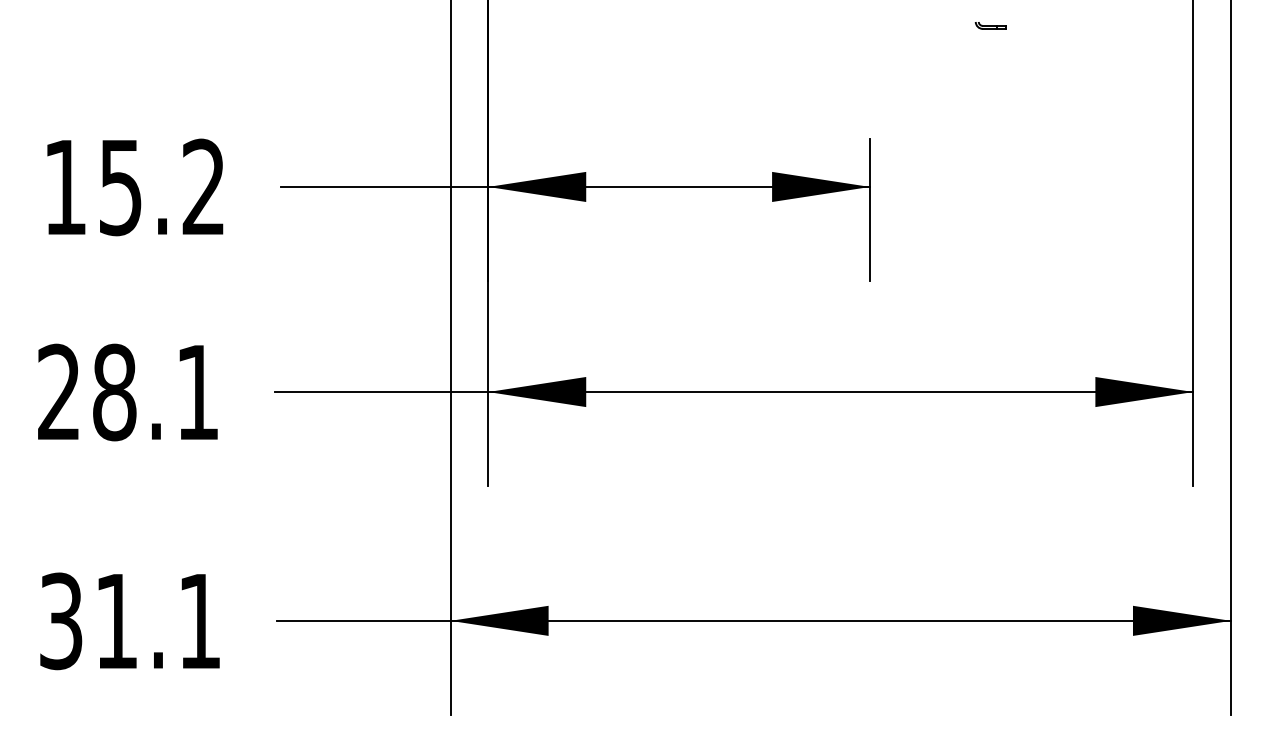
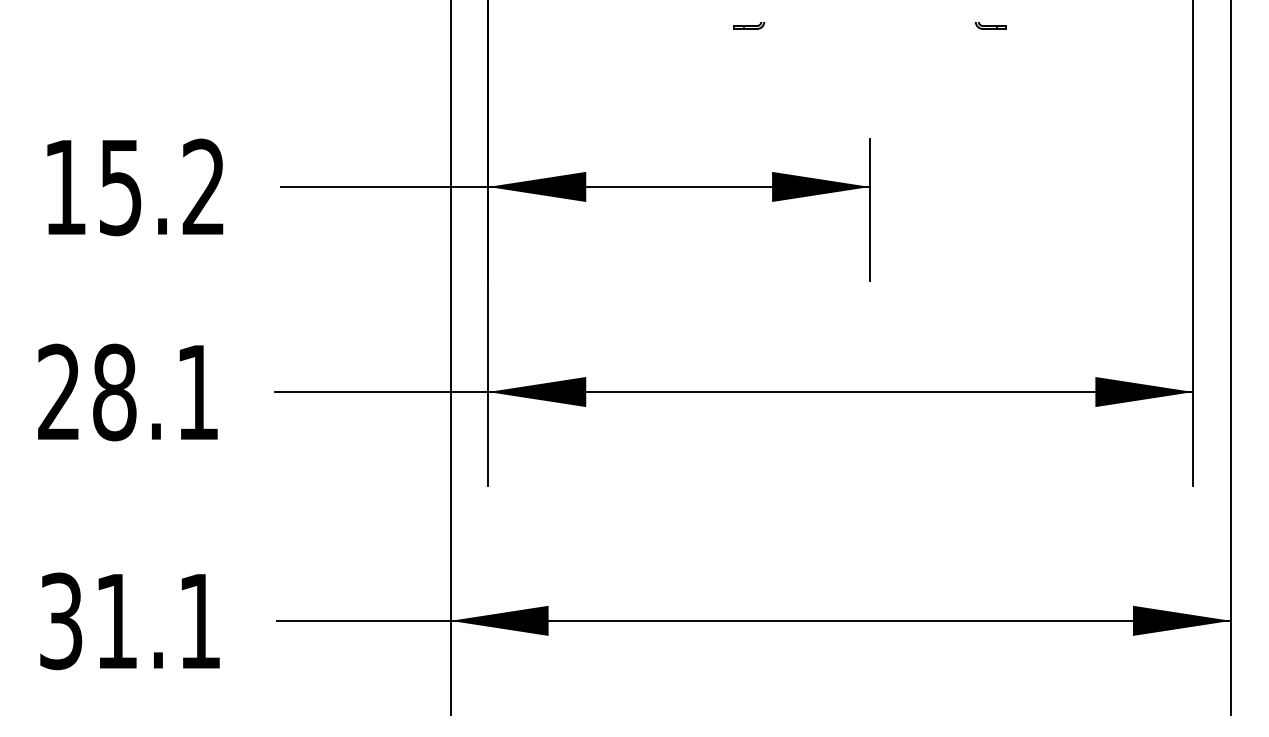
part at (749, 25): none -> present
